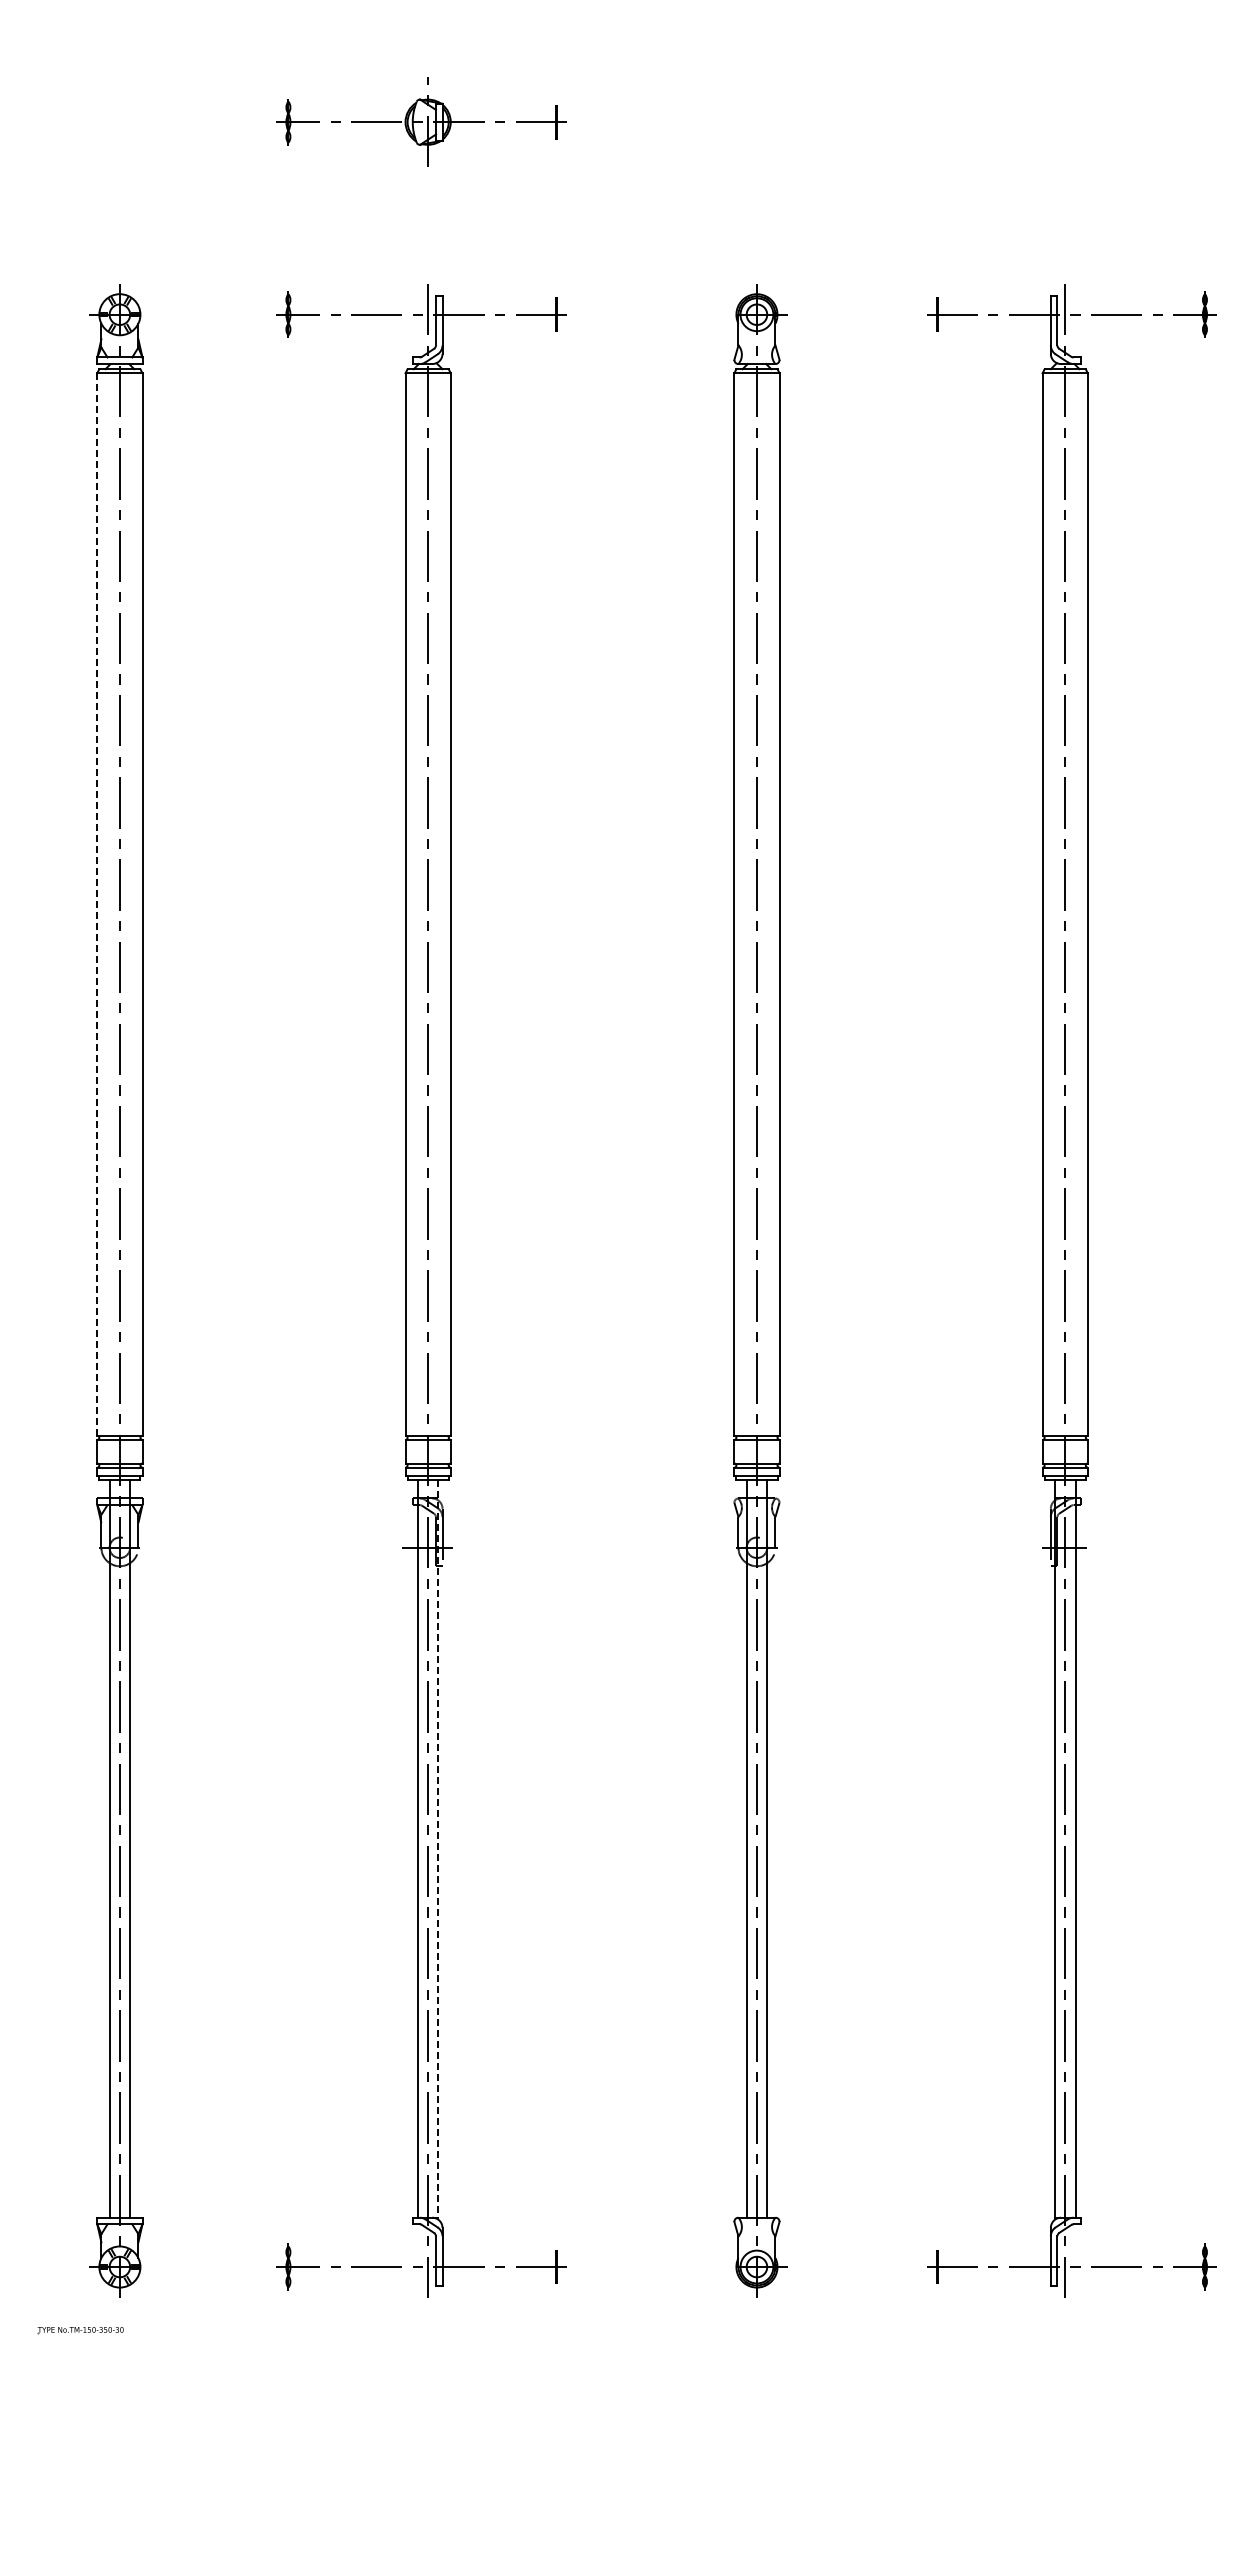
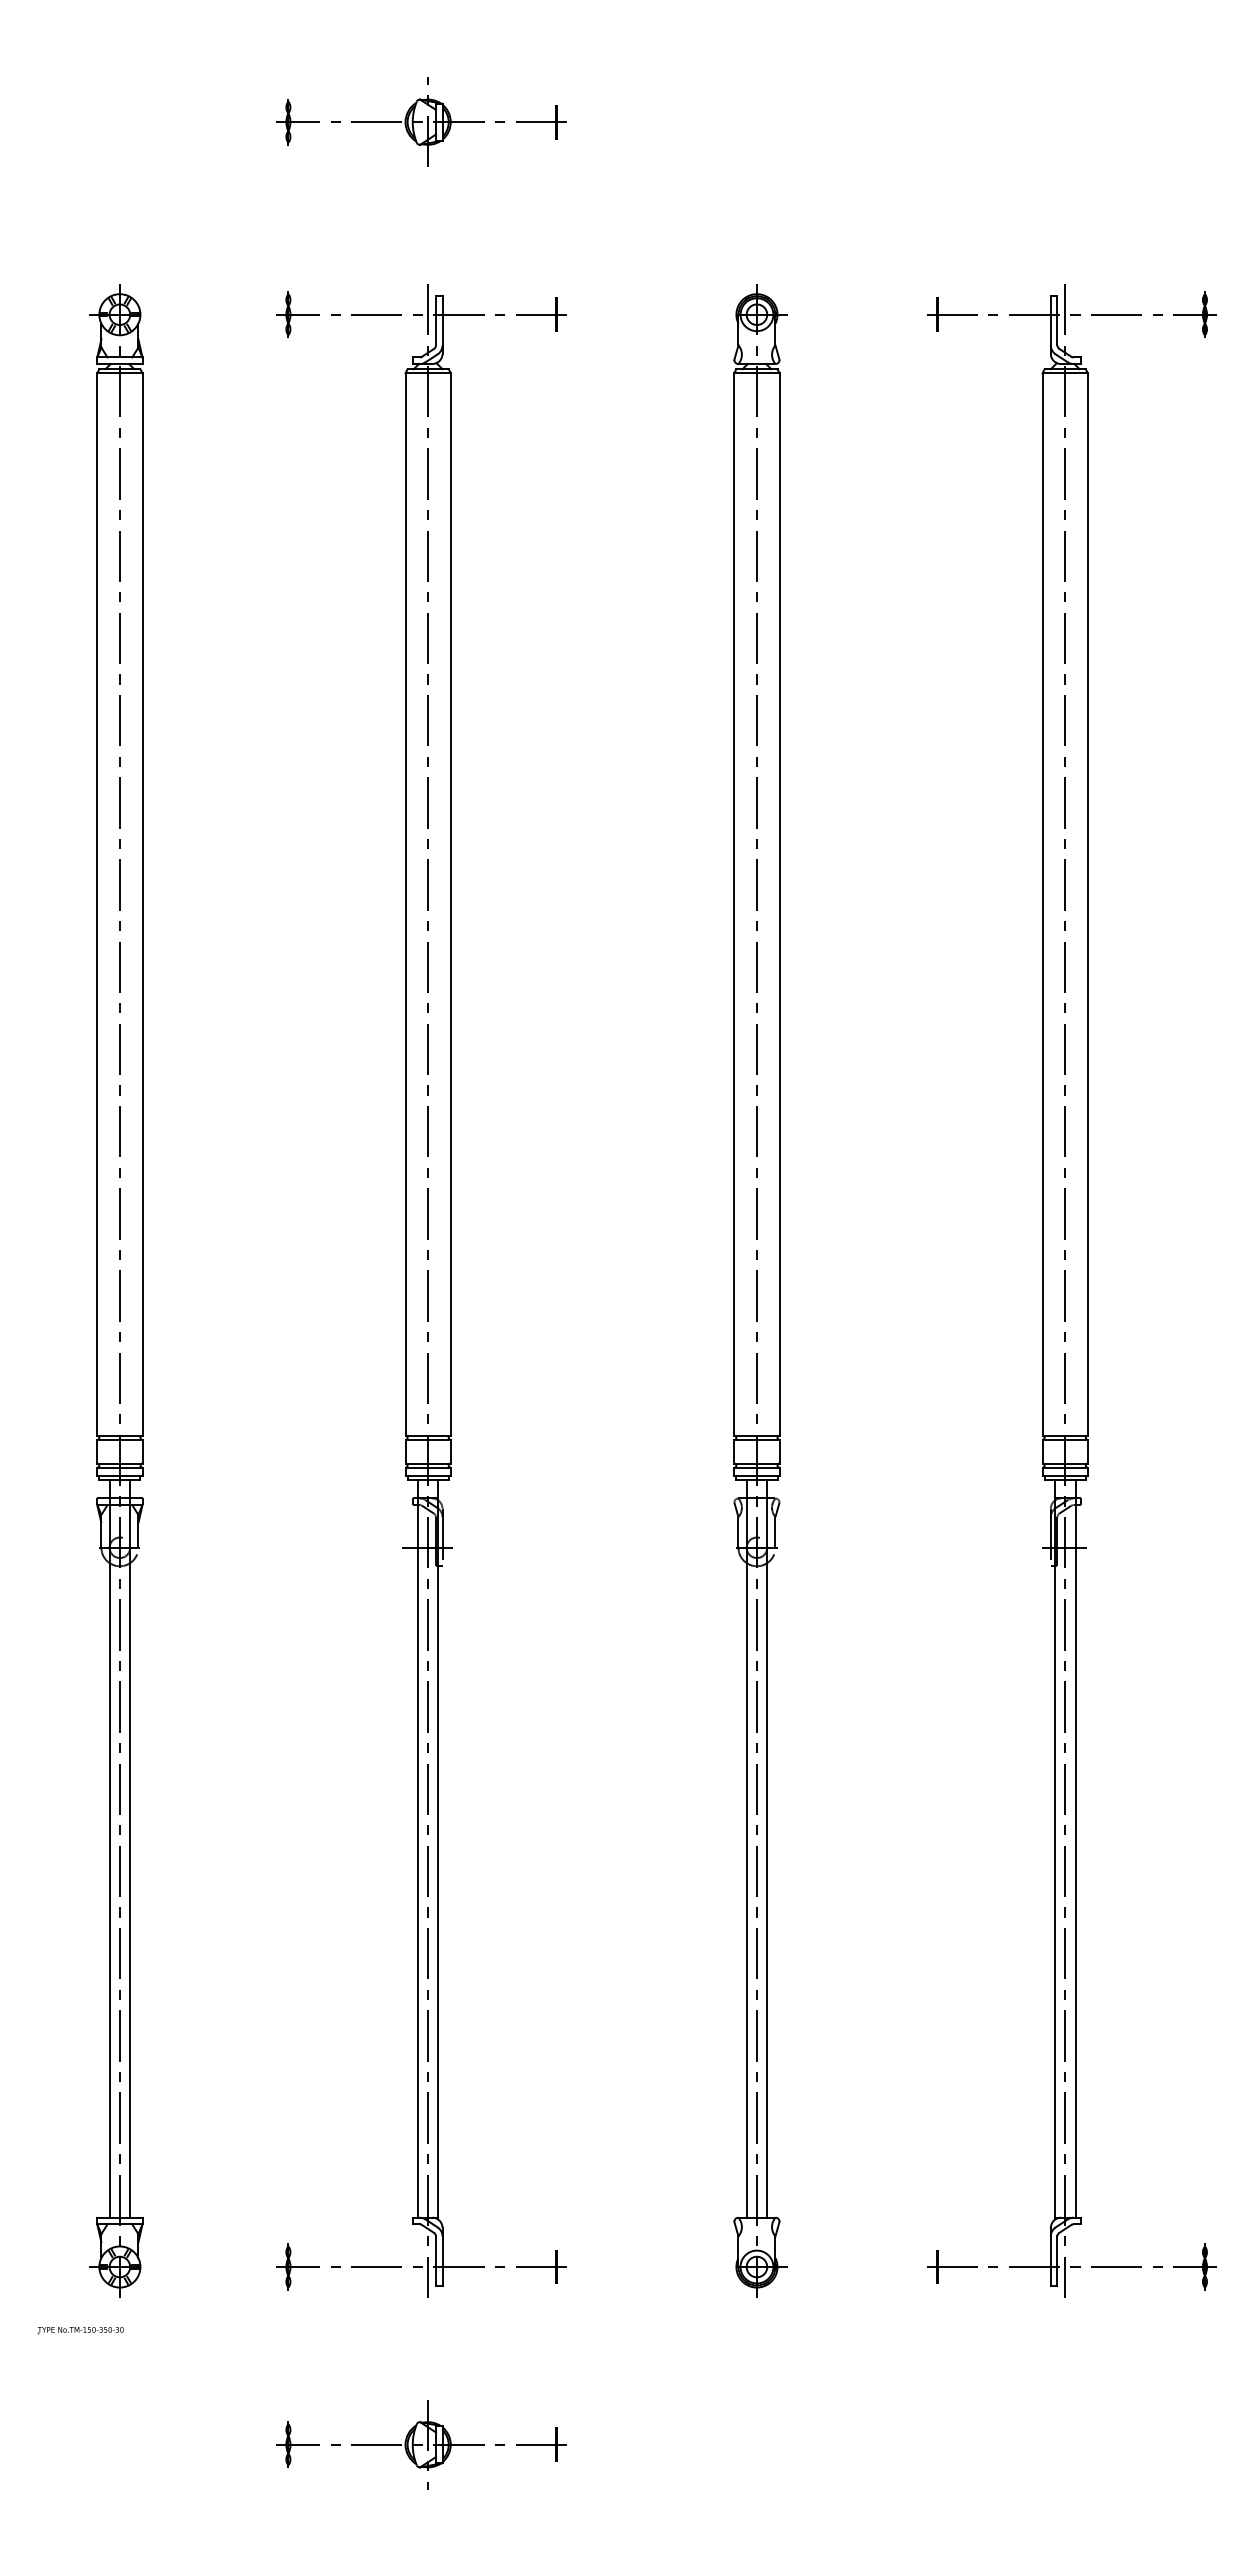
line at (97, 904): dashed -> solid
line at (438, 1848): dashed -> solid
part at (421, 2444): none -> present
